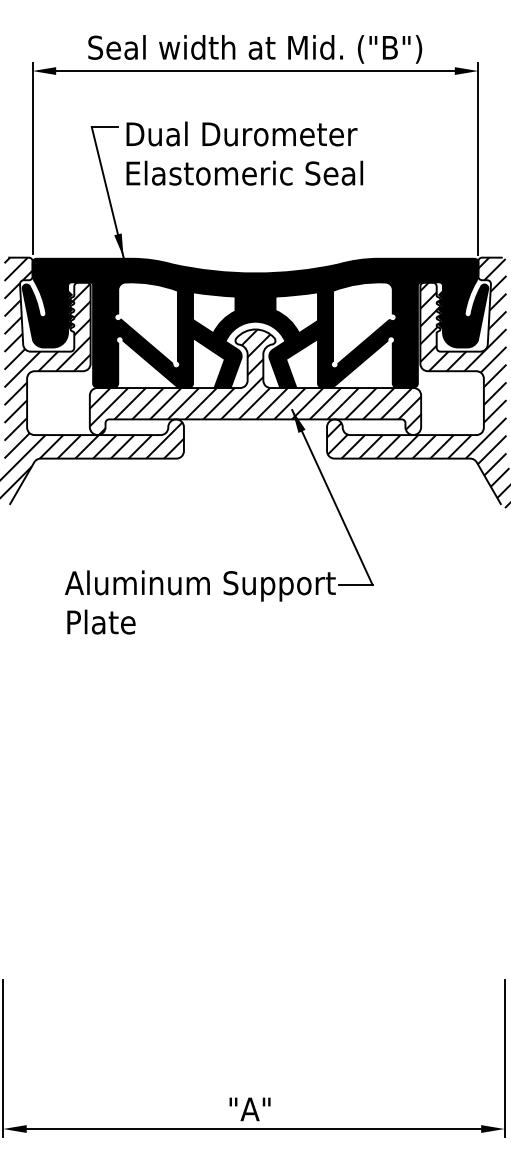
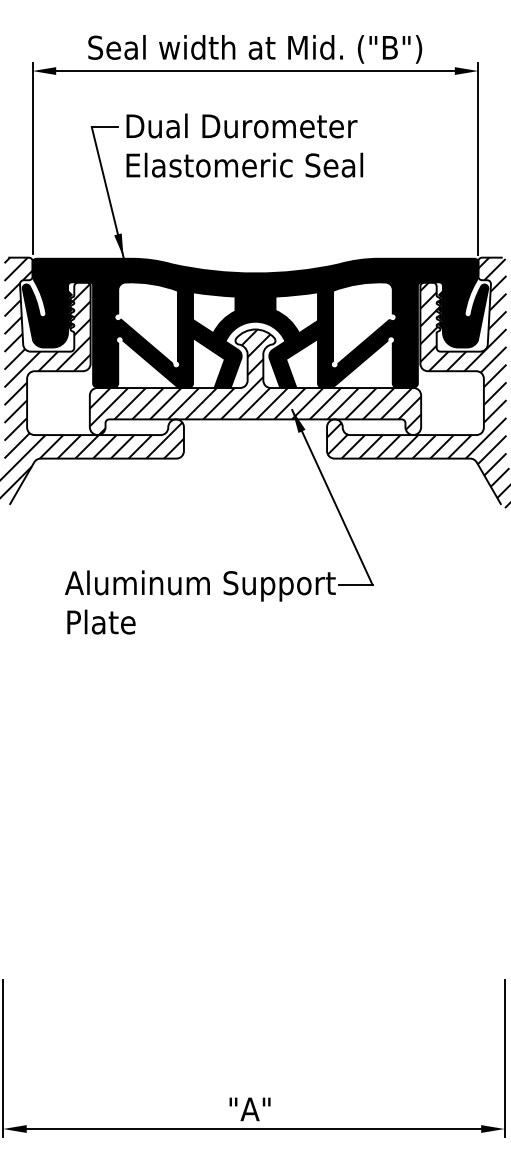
text at (244, 153) position: (244, 153) -> (244, 145)
